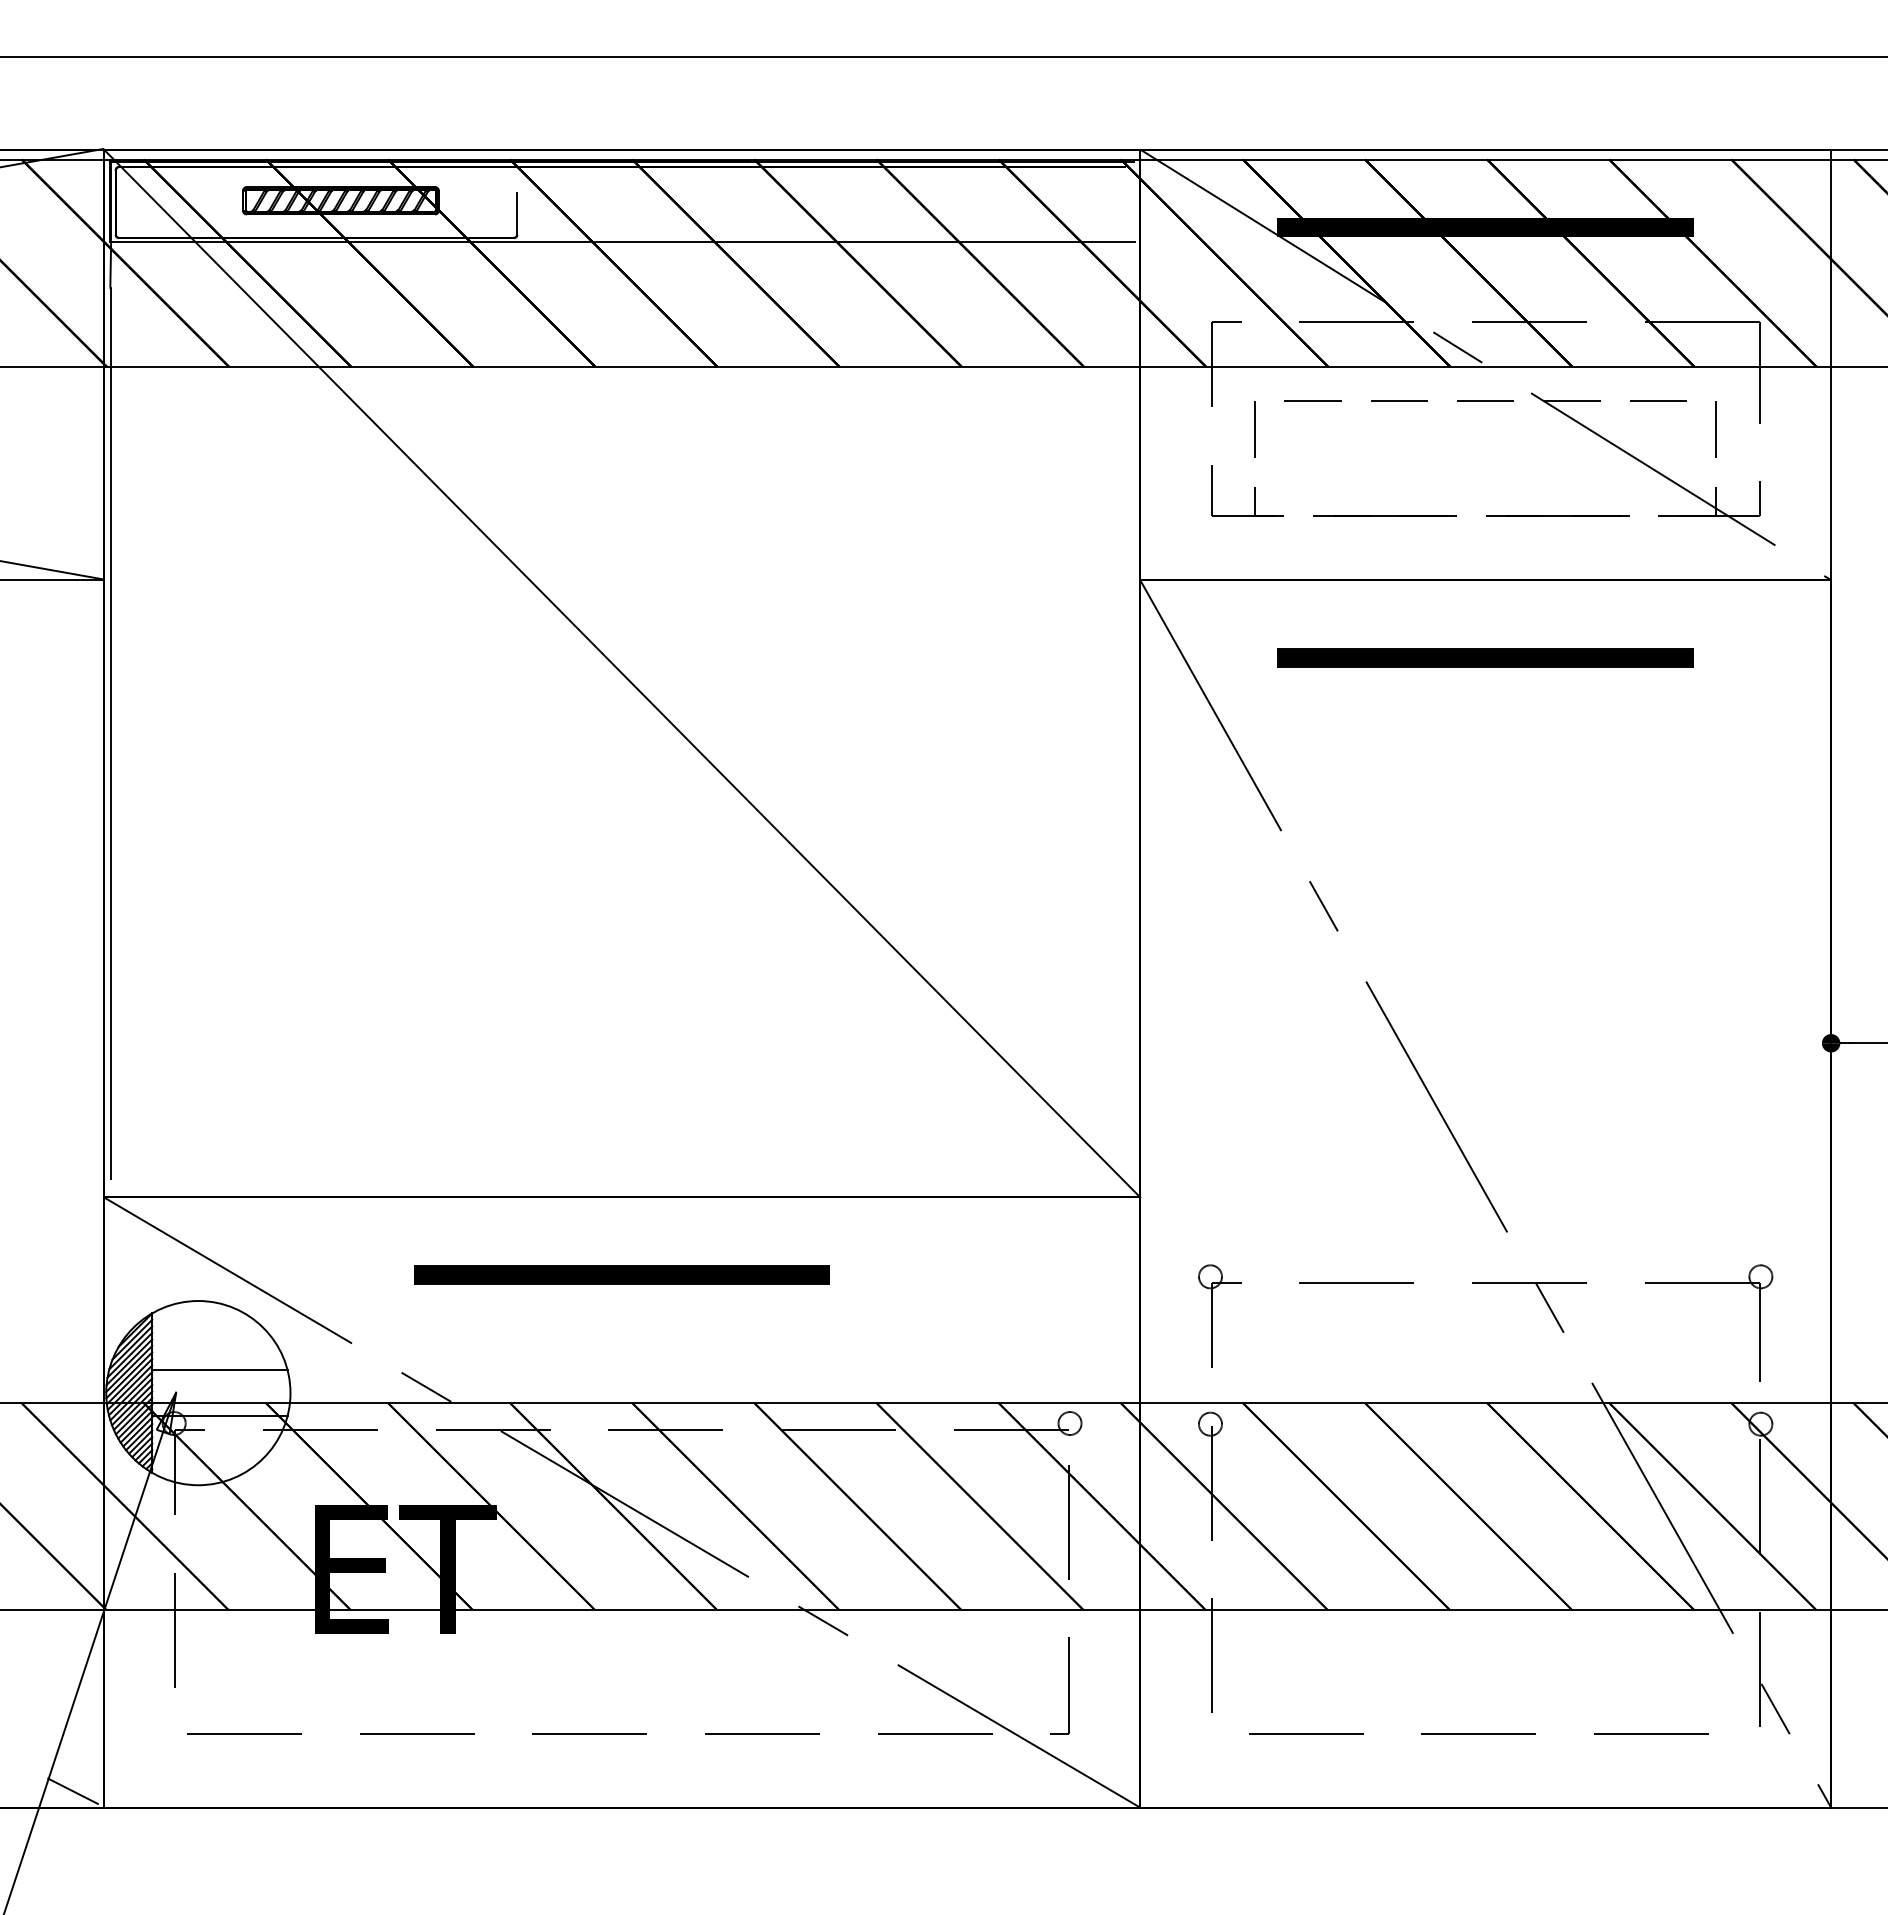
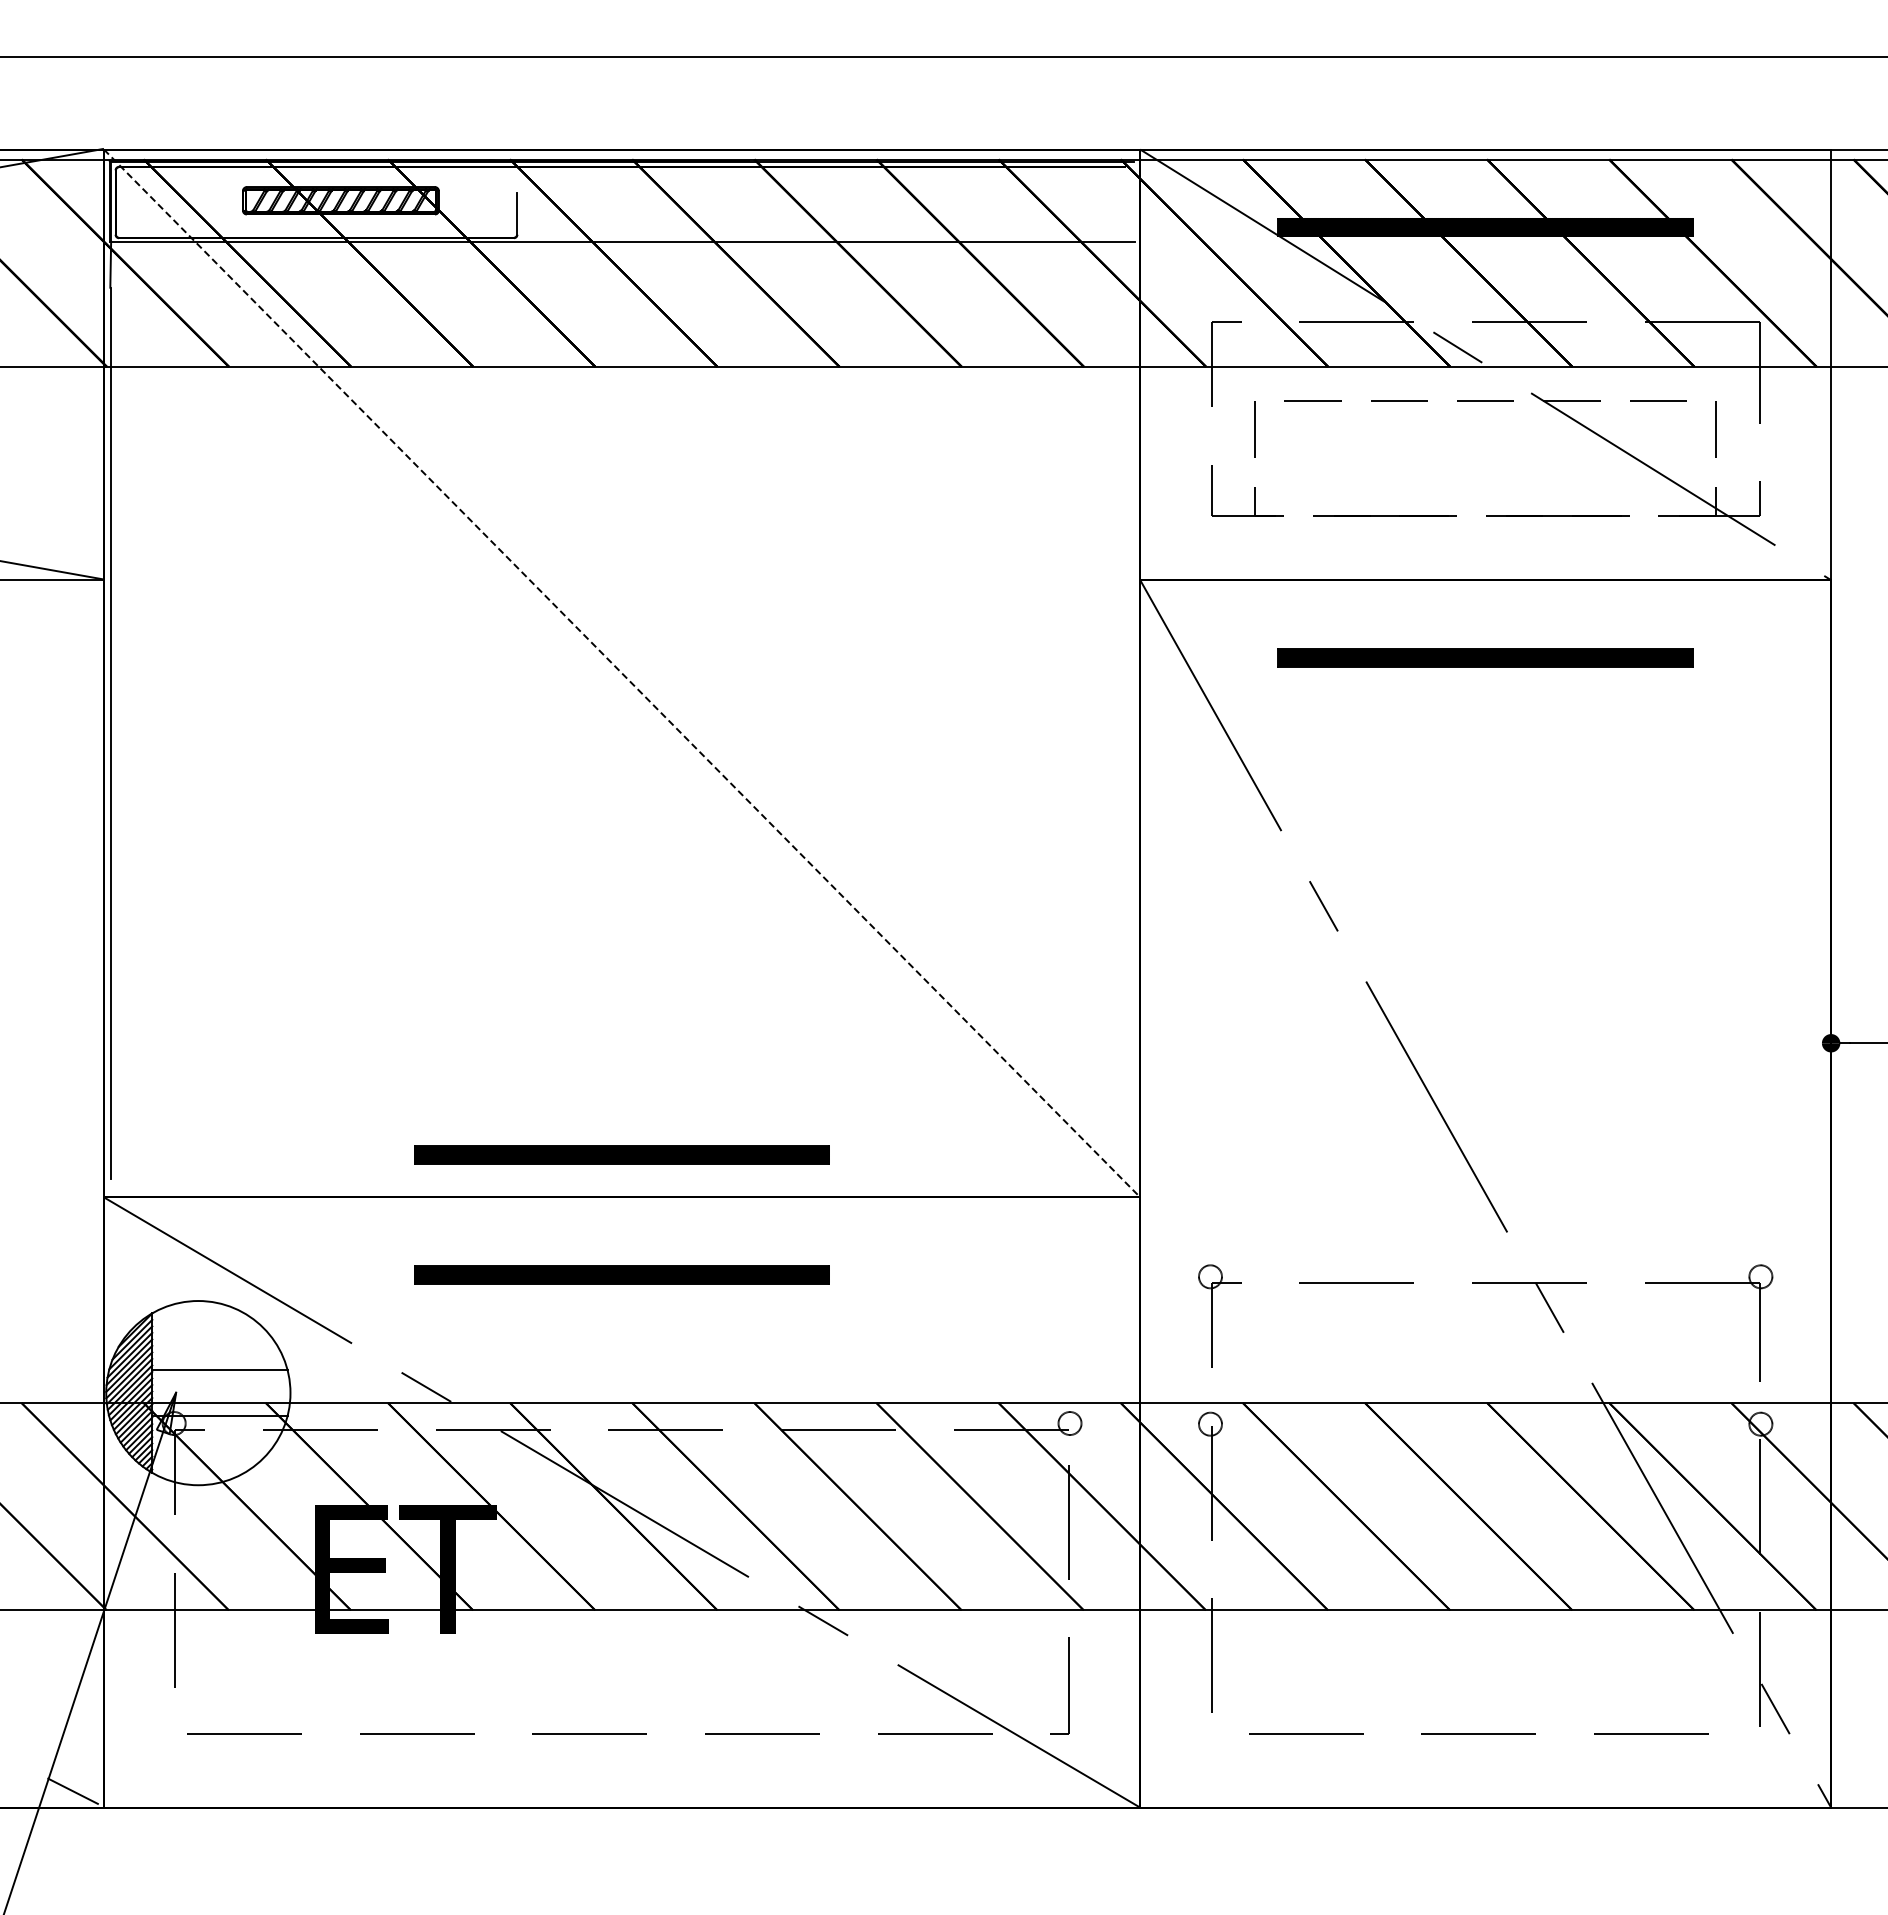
line at (622, 673): solid -> dashed
part at (621, 1154): none -> present
